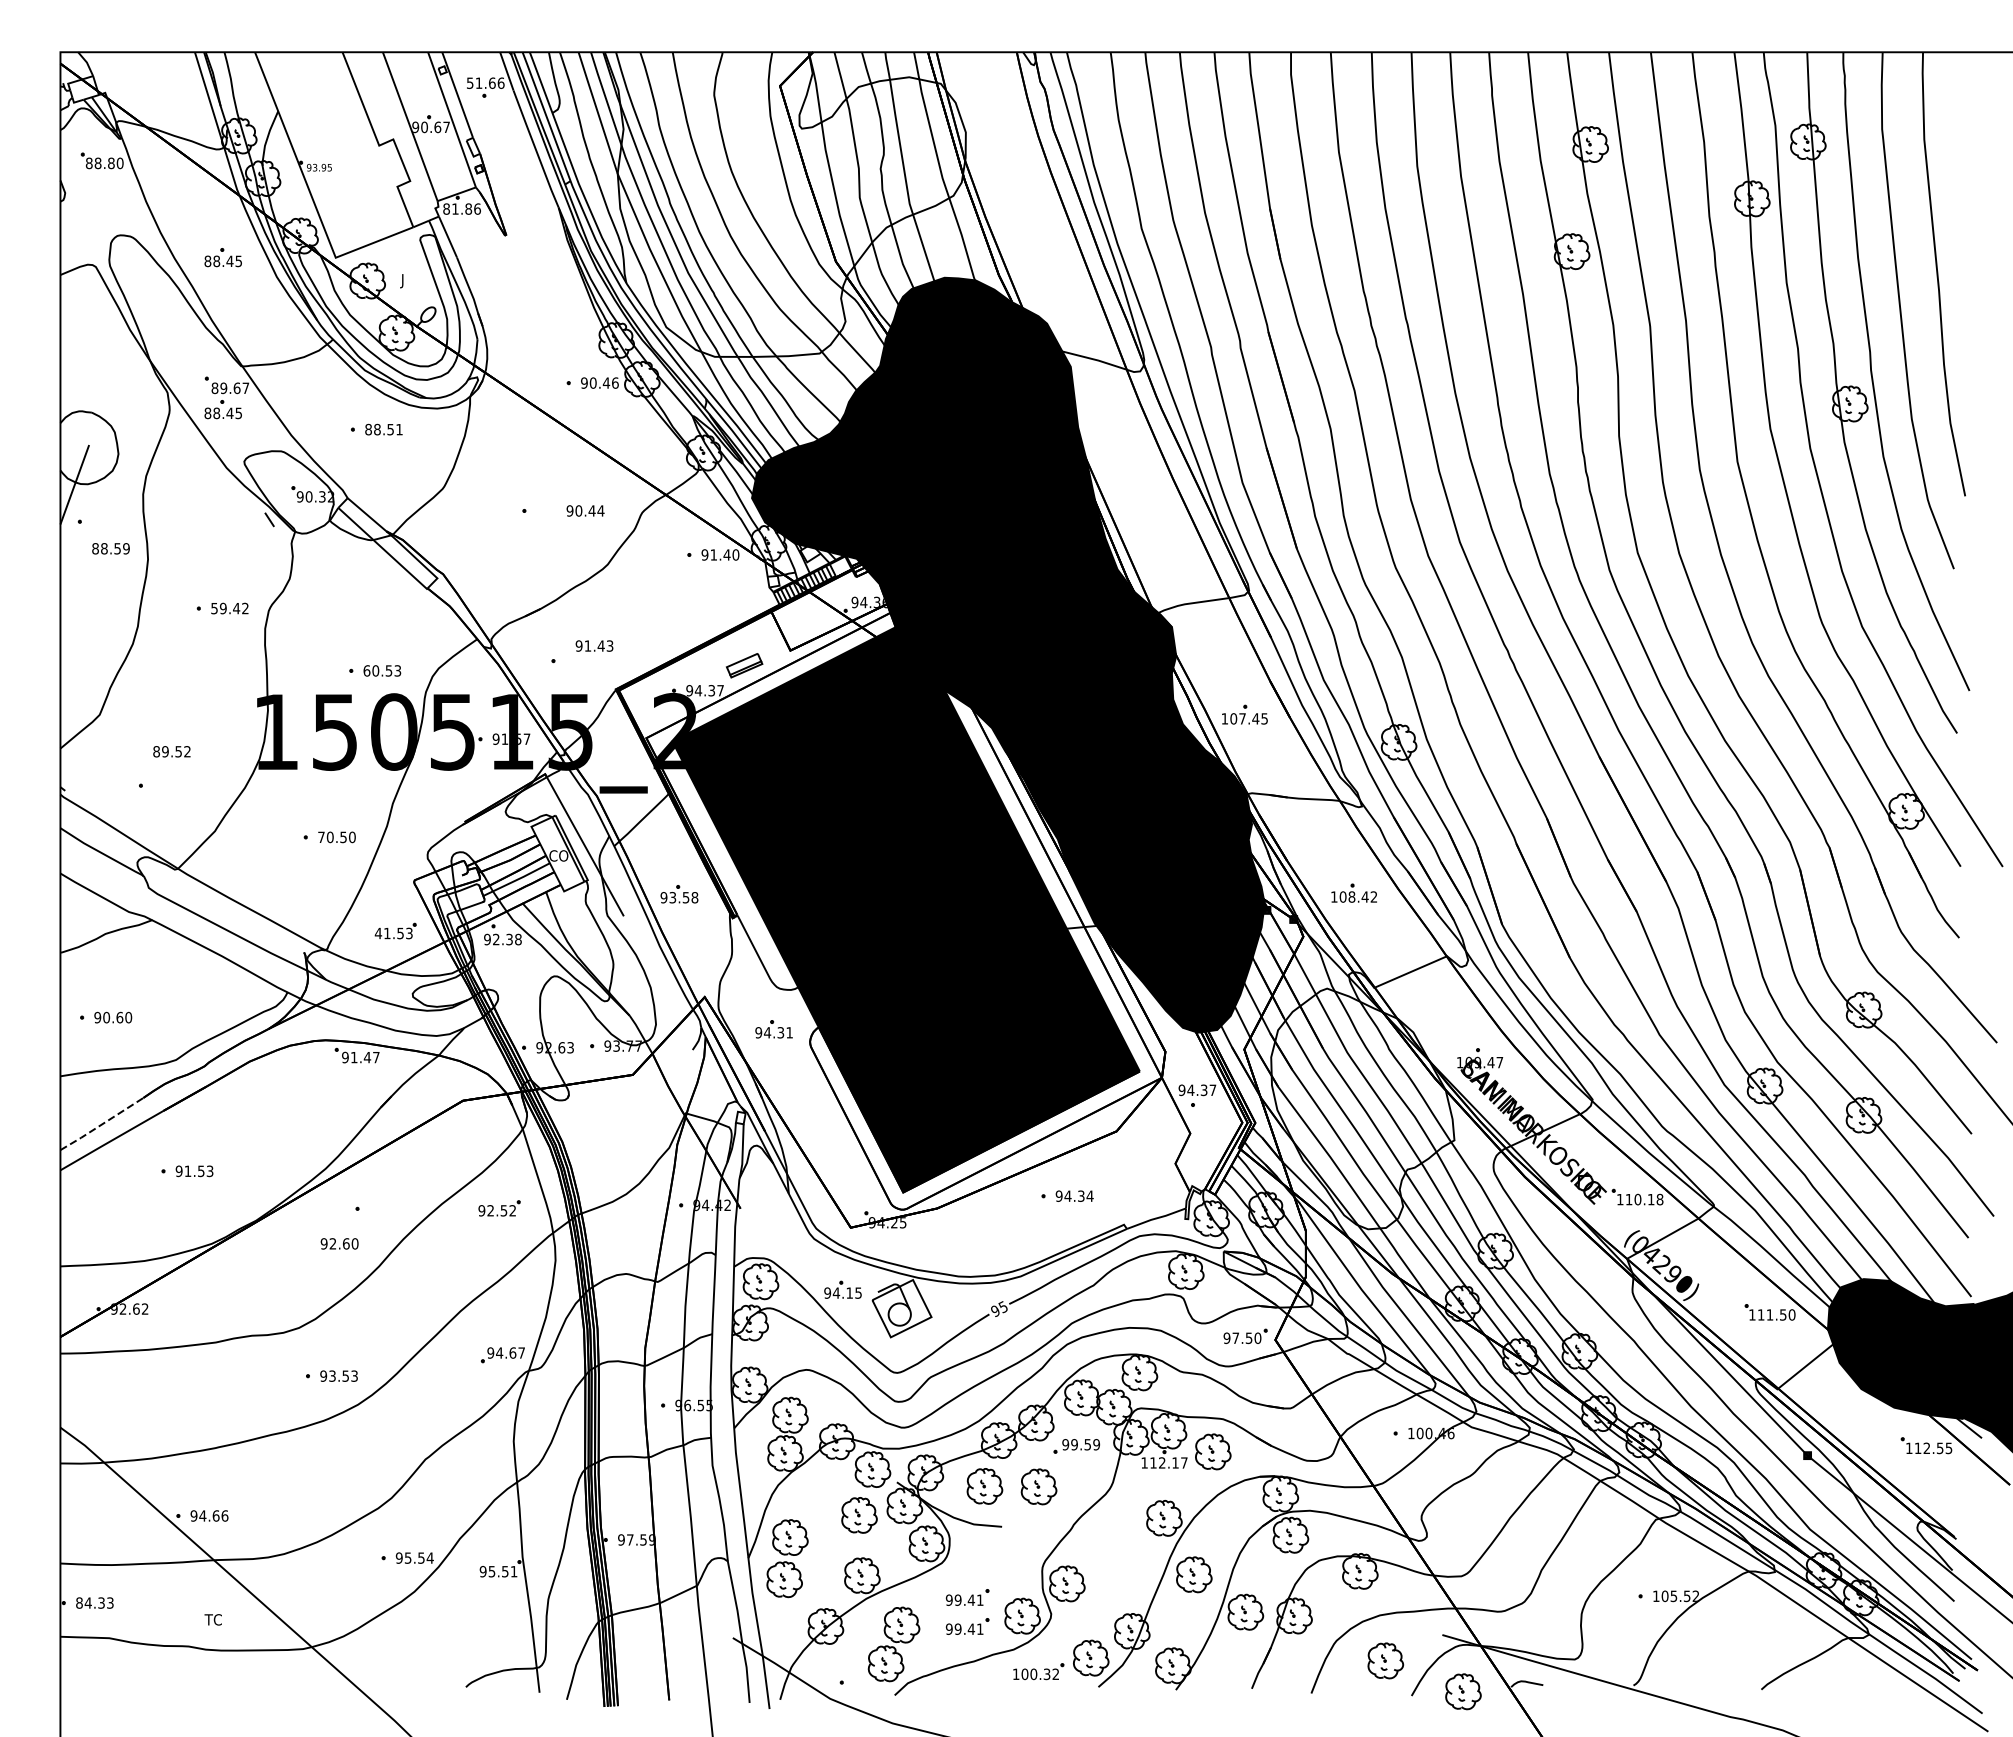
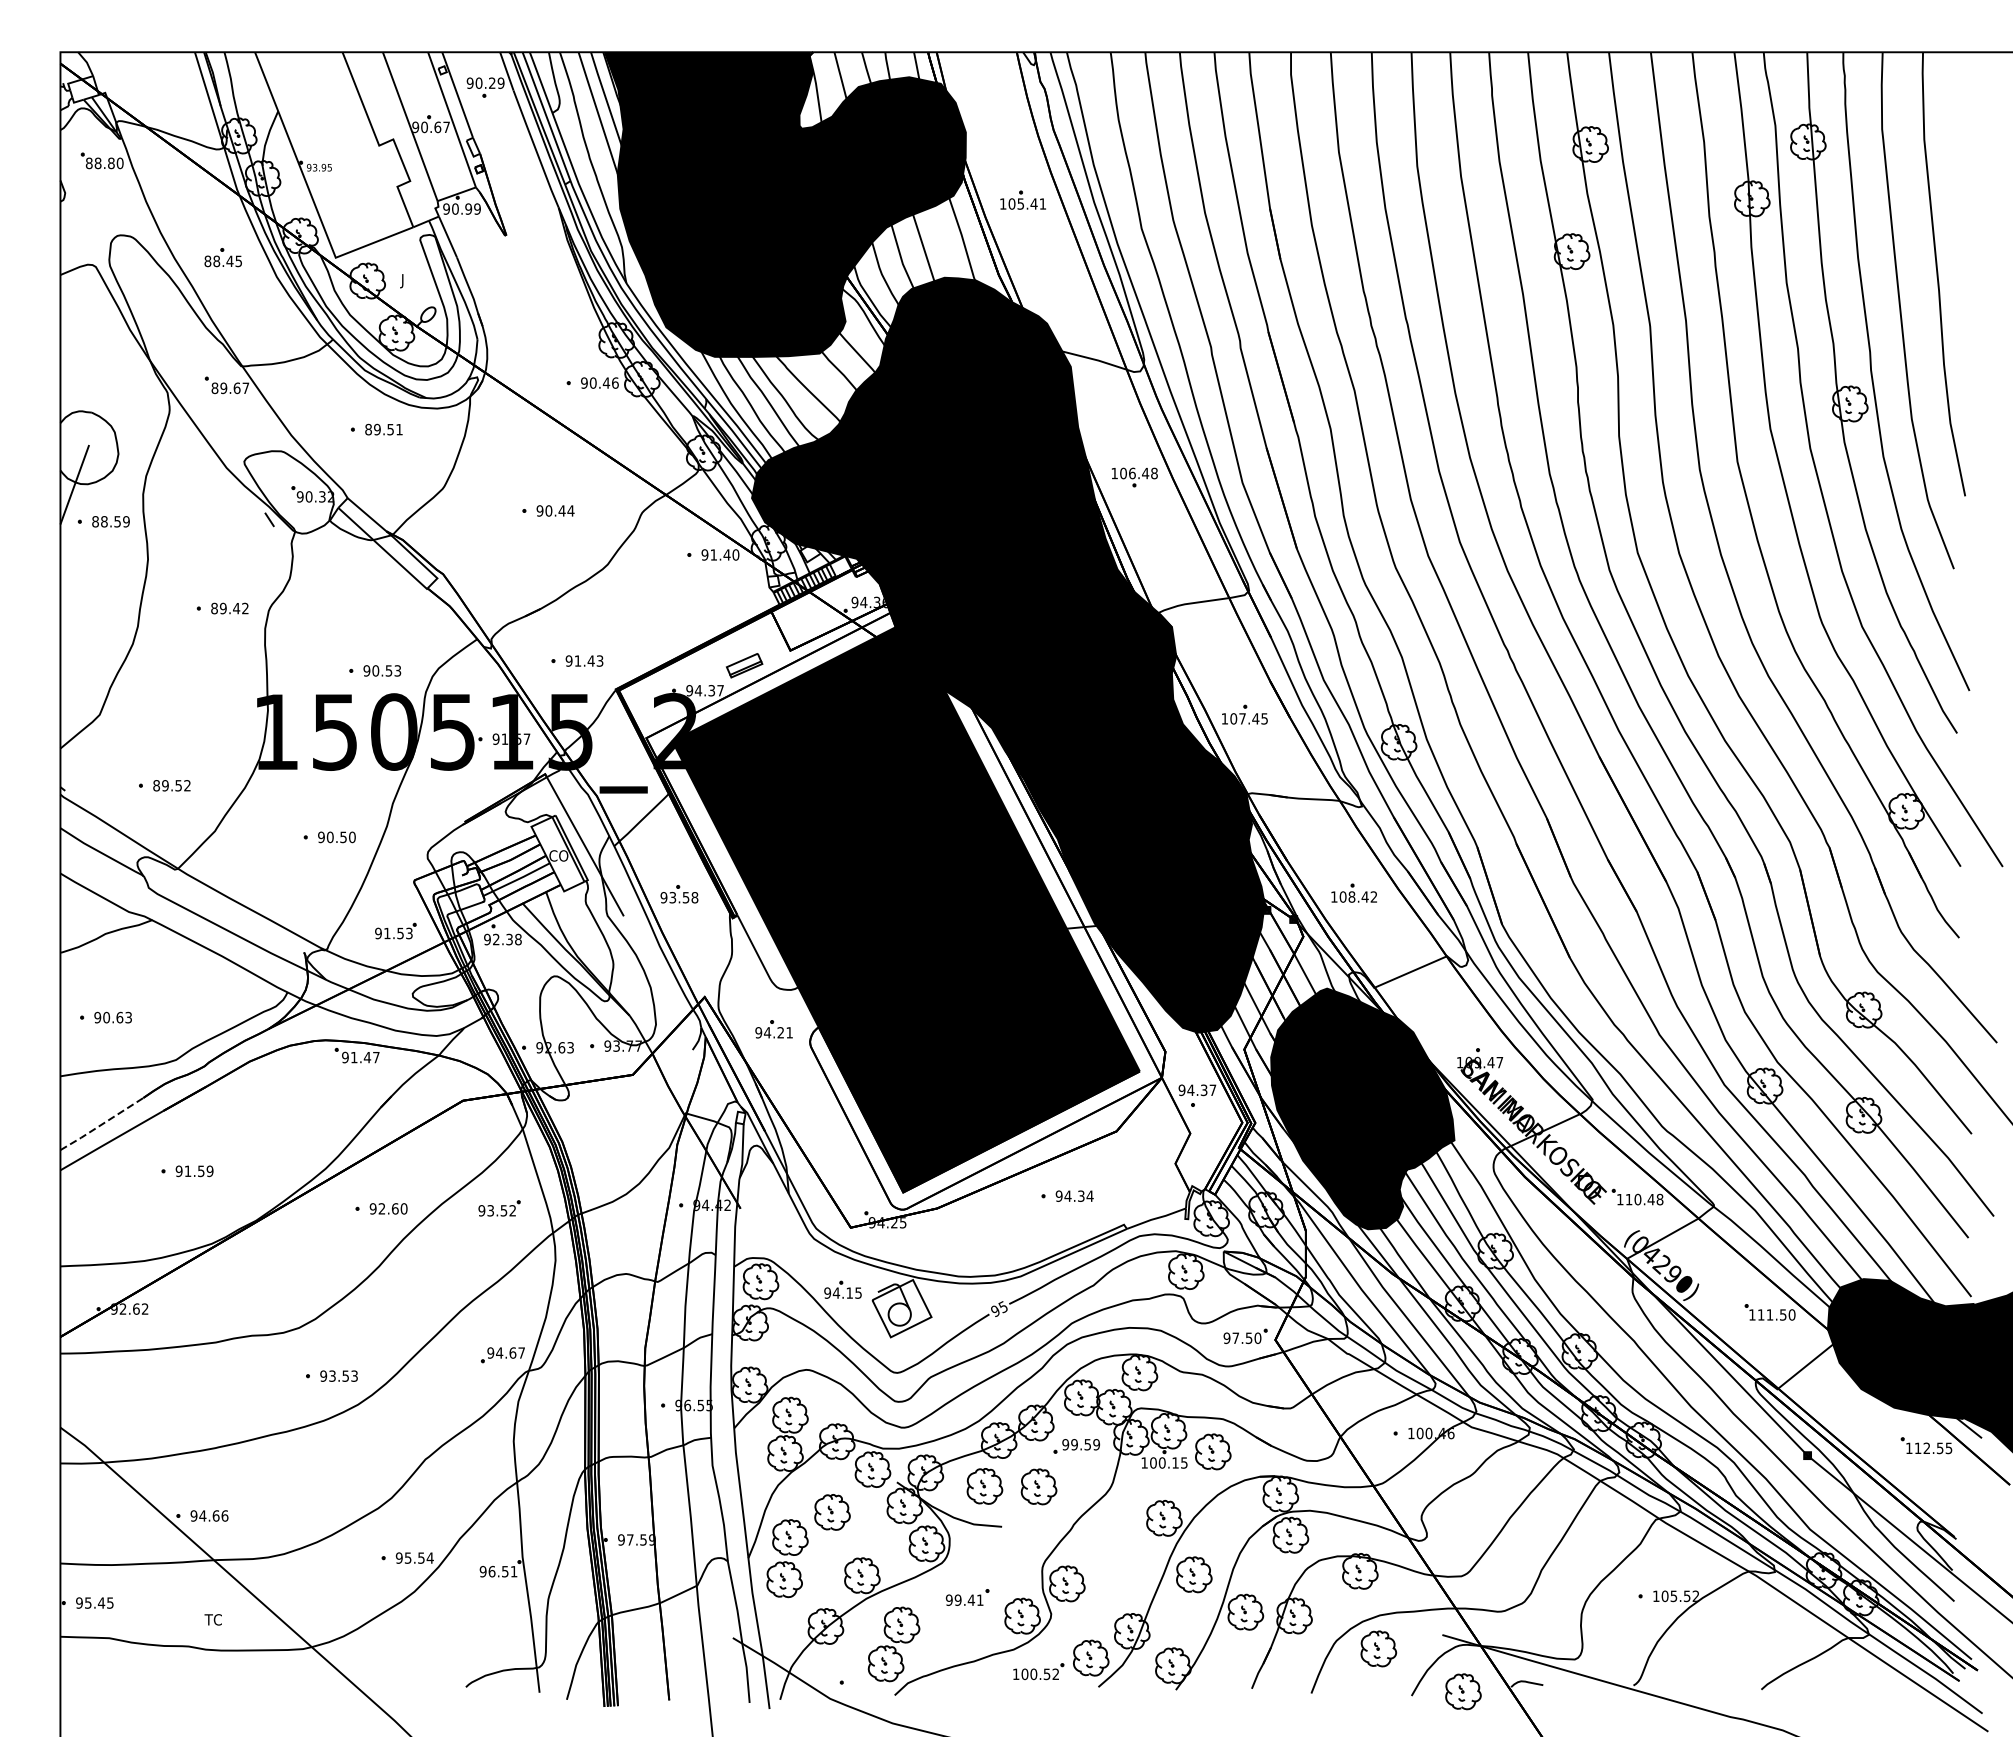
text at (485, 82): 51.66 -> 90.29
part at (1022, 199): none -> present
fill at (784, 204): none -> present
text at (461, 208): 81.86 -> 90.99
part at (222, 409): present -> none
text at (377, 429): 88.51 -> 89.51
part at (1134, 477): none -> present
text at (585, 510) position: (585, 510) -> (555, 510)
text at (110, 548) position: (110, 548) -> (110, 521)
text at (214, 608): 59.42 -> 89.42
text at (594, 645) position: (594, 645) -> (584, 660)
text at (366, 670): 60.53 -> 90.53
text at (171, 751) position: (171, 751) -> (171, 785)
text at (321, 837): 70.50 -> 90.50
text at (378, 933): 41.53 -> 91.53
text at (128, 1017): 90.60 -> 90.63
text at (780, 1032): 94.31 -> 94.21
fill at (1362, 1108): none -> present
text at (209, 1170): 91.53 -> 91.59
text at (1650, 1199): 110.18 -> 110.48
text at (490, 1210): 92.52 -> 93.52
text at (339, 1243) position: (339, 1243) -> (388, 1208)
text at (1168, 1462): 112.17 -> 100.15
part at (859, 1515) position: (859, 1515) -> (832, 1512)
text at (491, 1571): 95.51 -> 96.51
text at (94, 1602): 84.33 -> 95.45
part at (967, 1626): present -> none
part at (1385, 1660) position: (1385, 1660) -> (1378, 1648)
text at (1047, 1673): 100.32 -> 100.52
